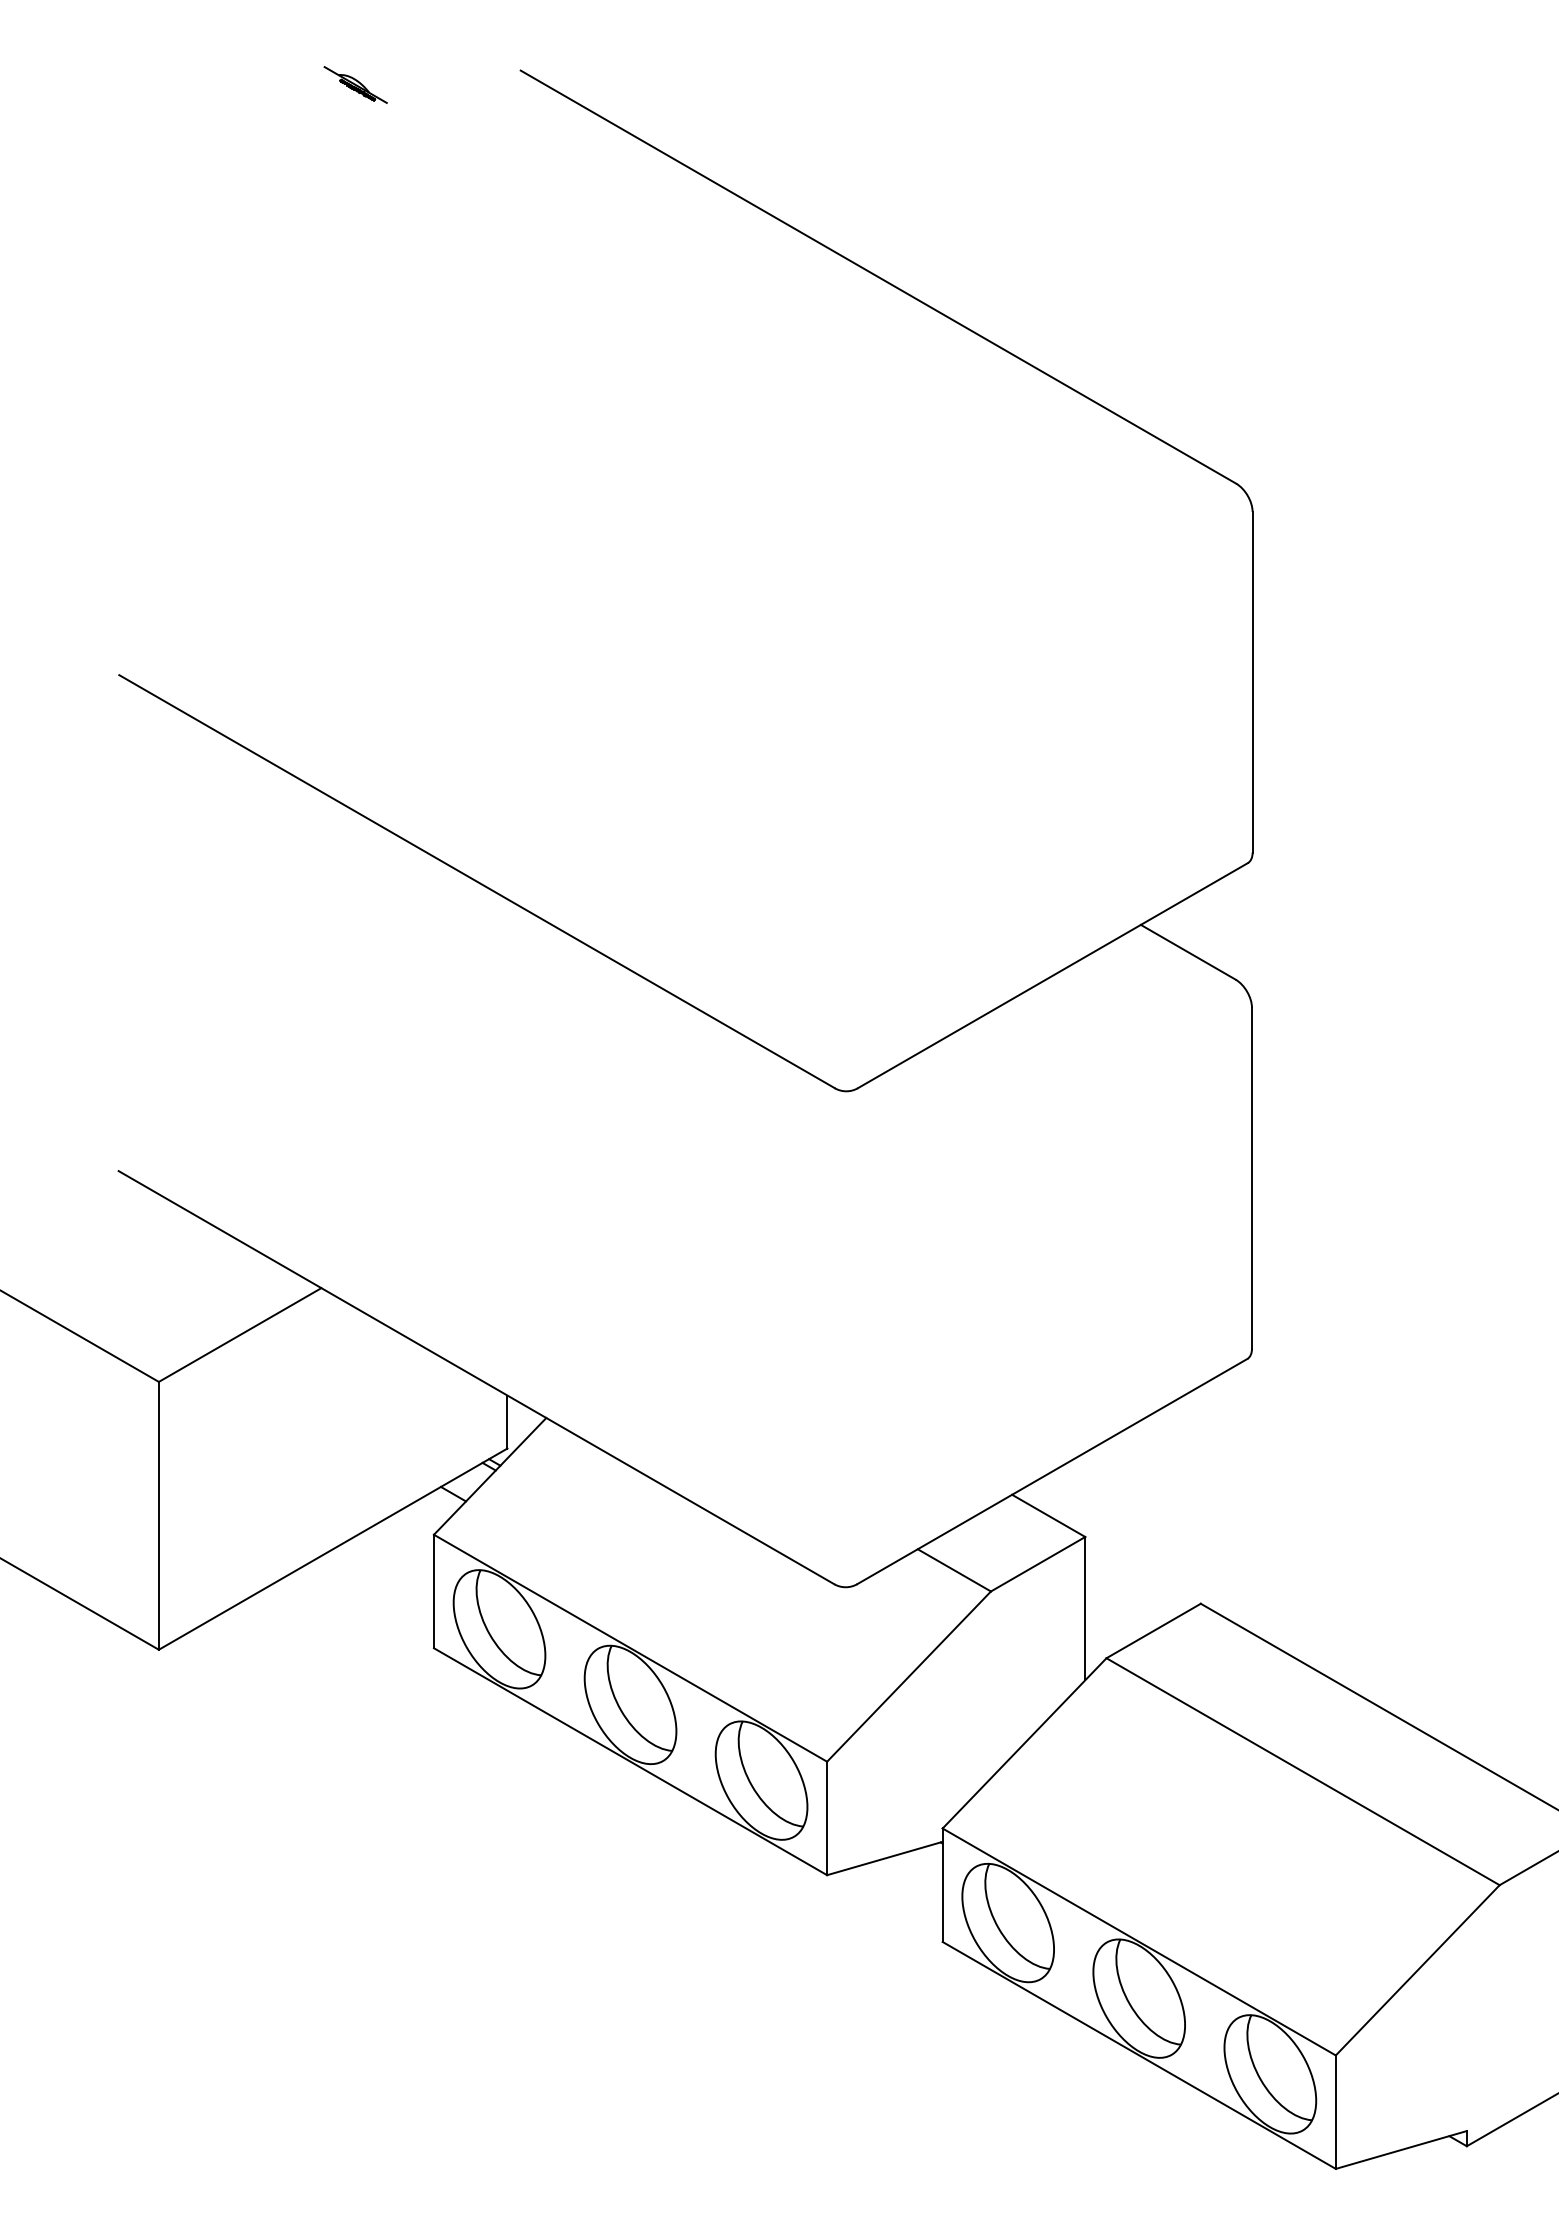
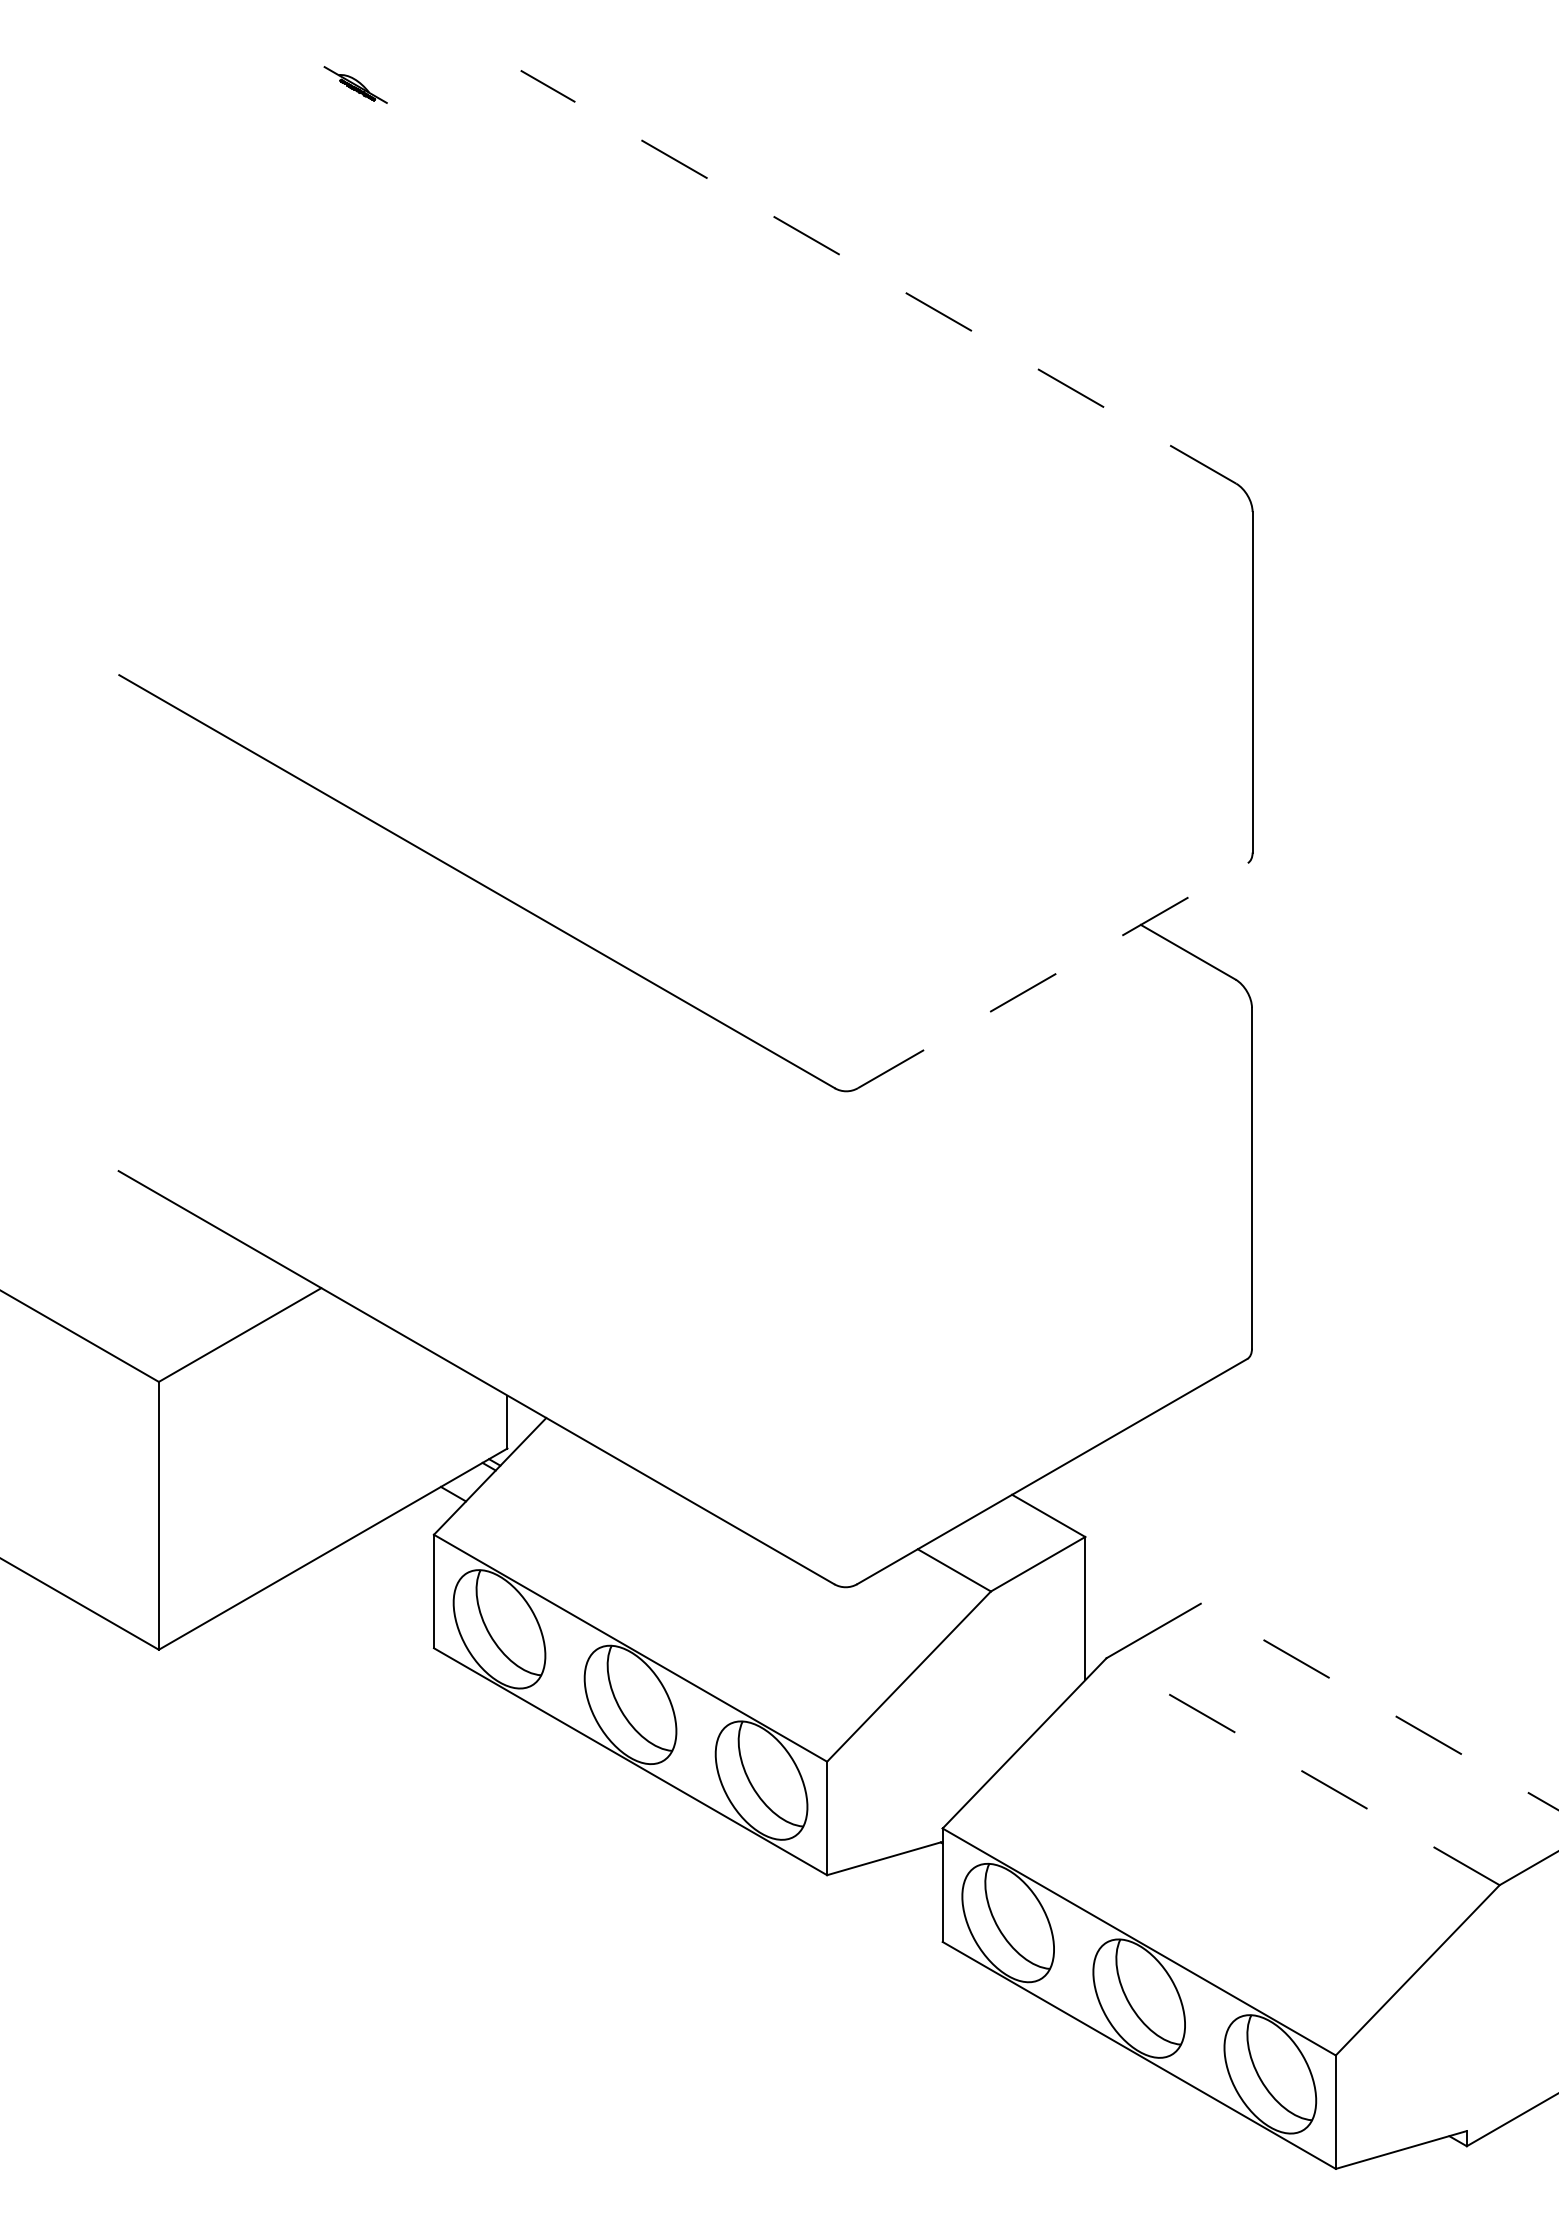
line at (878, 276): solid -> dashed
line at (1053, 975): solid -> dashed
line at (1379, 1706): solid -> dashed
line at (1303, 1771): solid -> dashed
